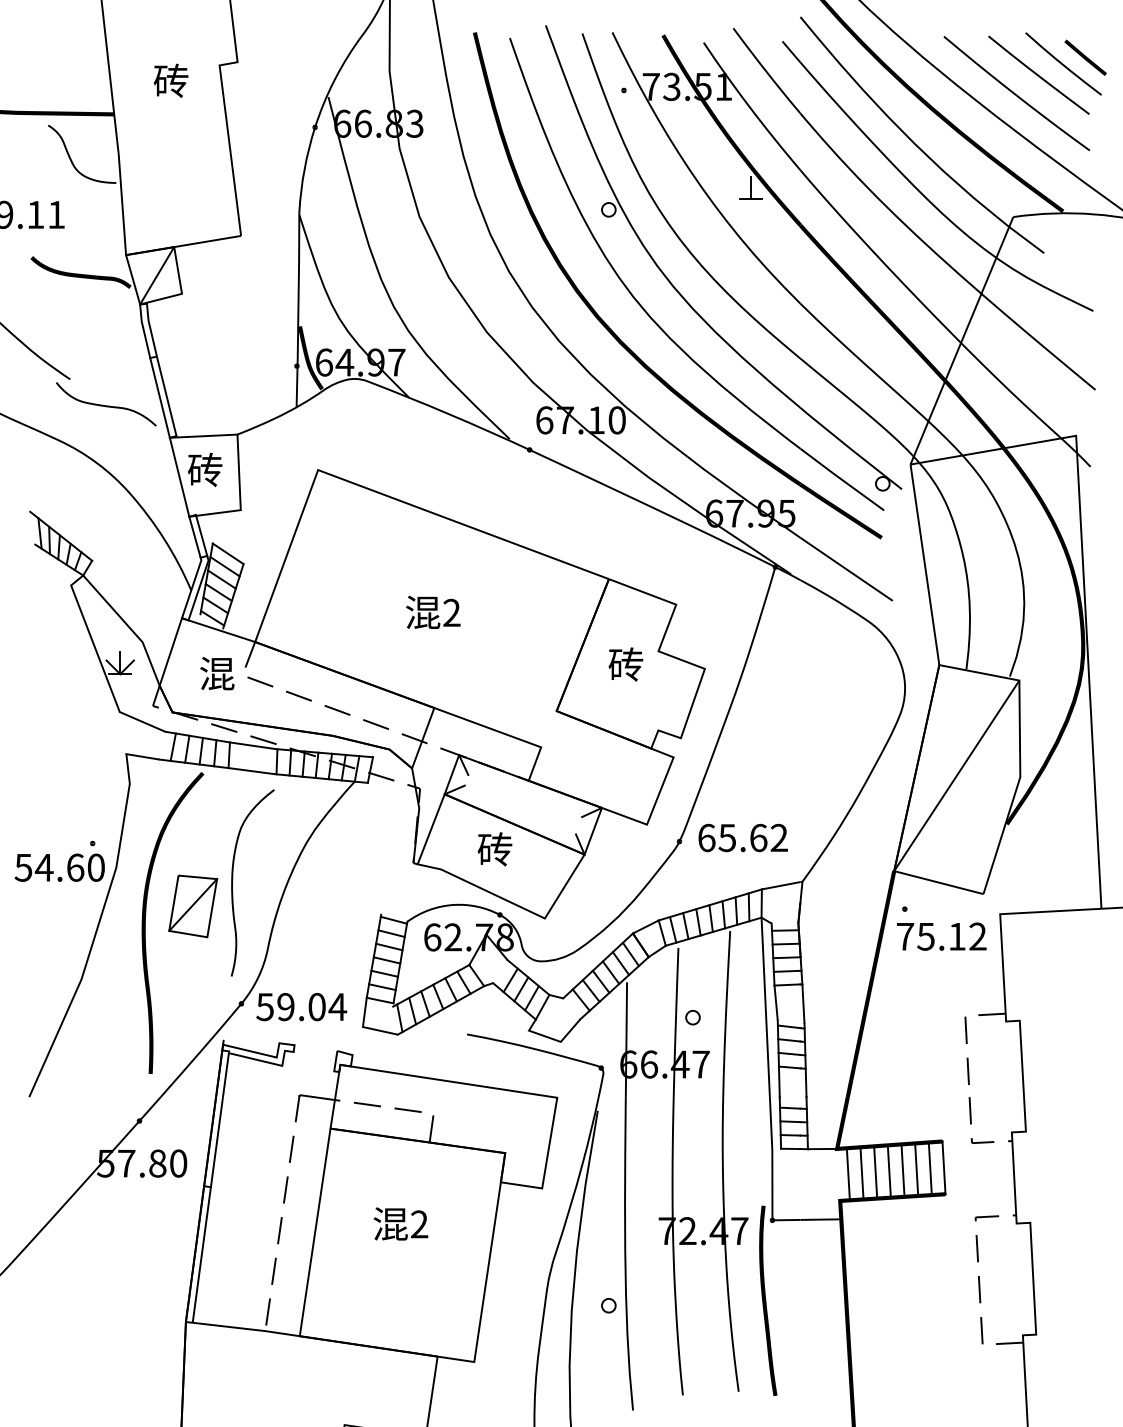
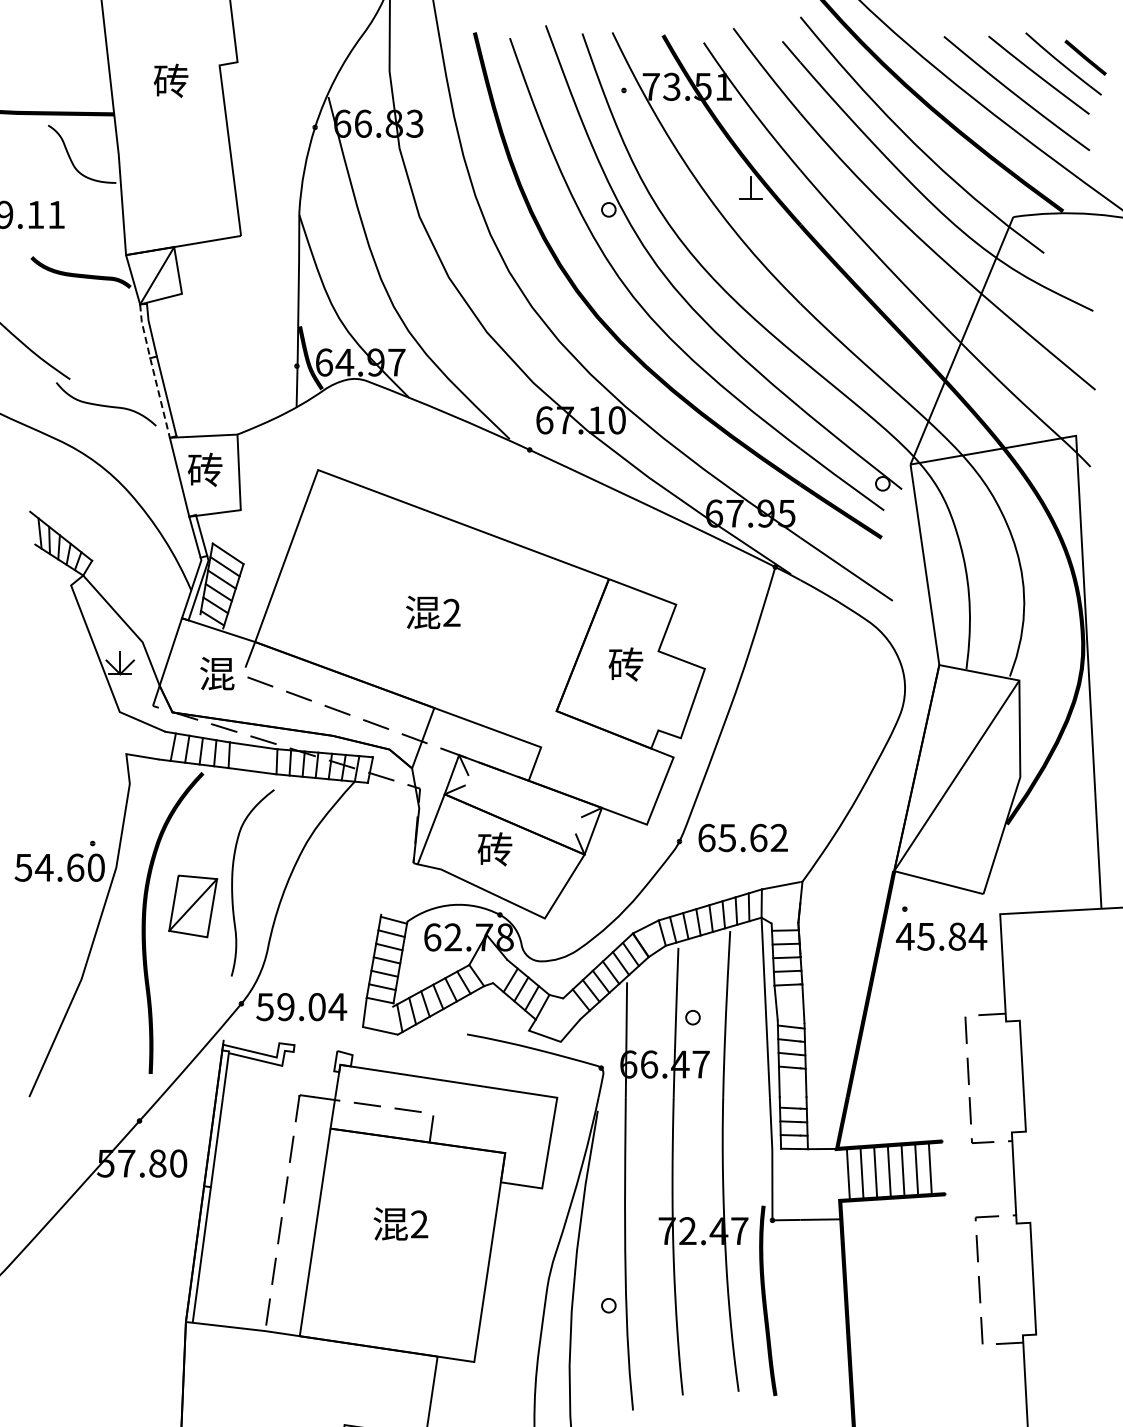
line at (153, 370): solid -> dashed
text at (941, 936): 75.12 -> 45.84
line at (943, 1167): present -> none
